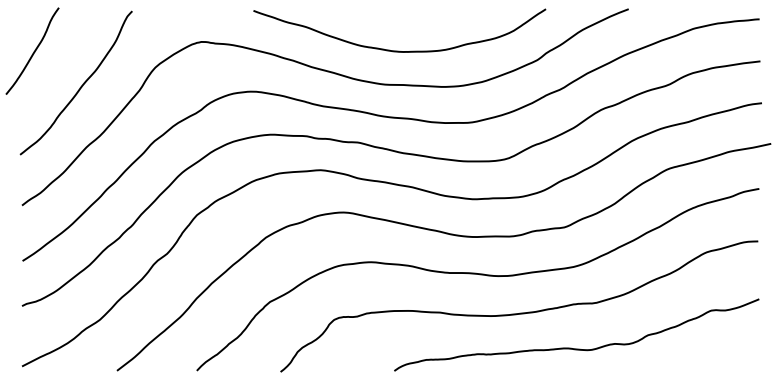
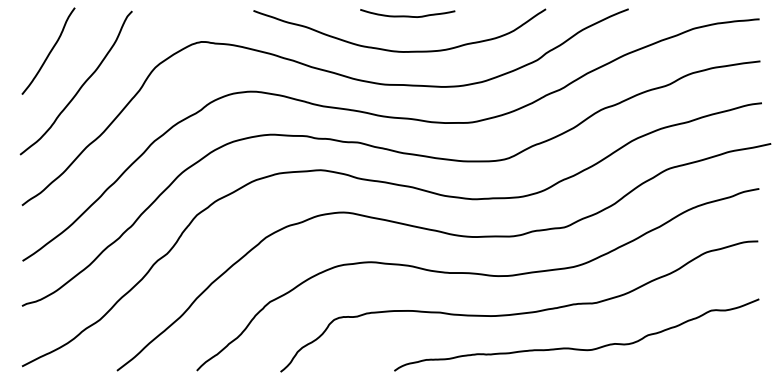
curve at (407, 15): none -> present
curve at (33, 51) position: (33, 51) -> (49, 51)
